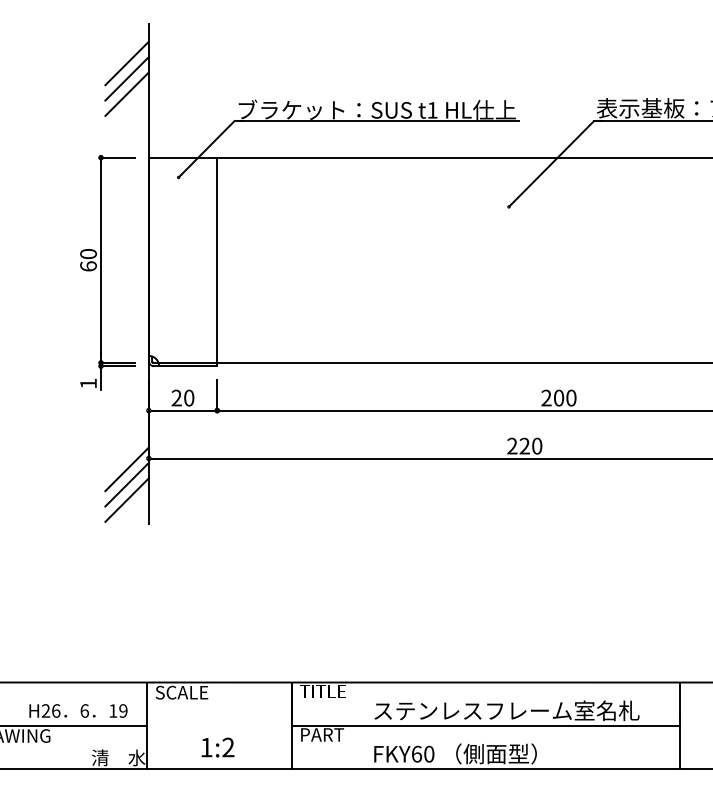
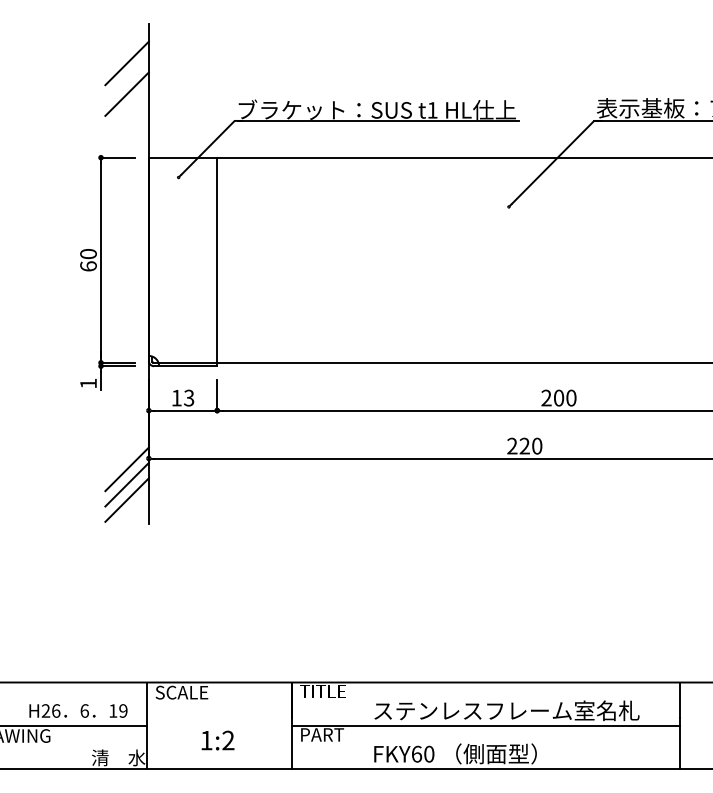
line at (126, 78): present -> none
text at (182, 397): 20 -> 13
text at (217, 747) position: (217, 747) -> (217, 740)
